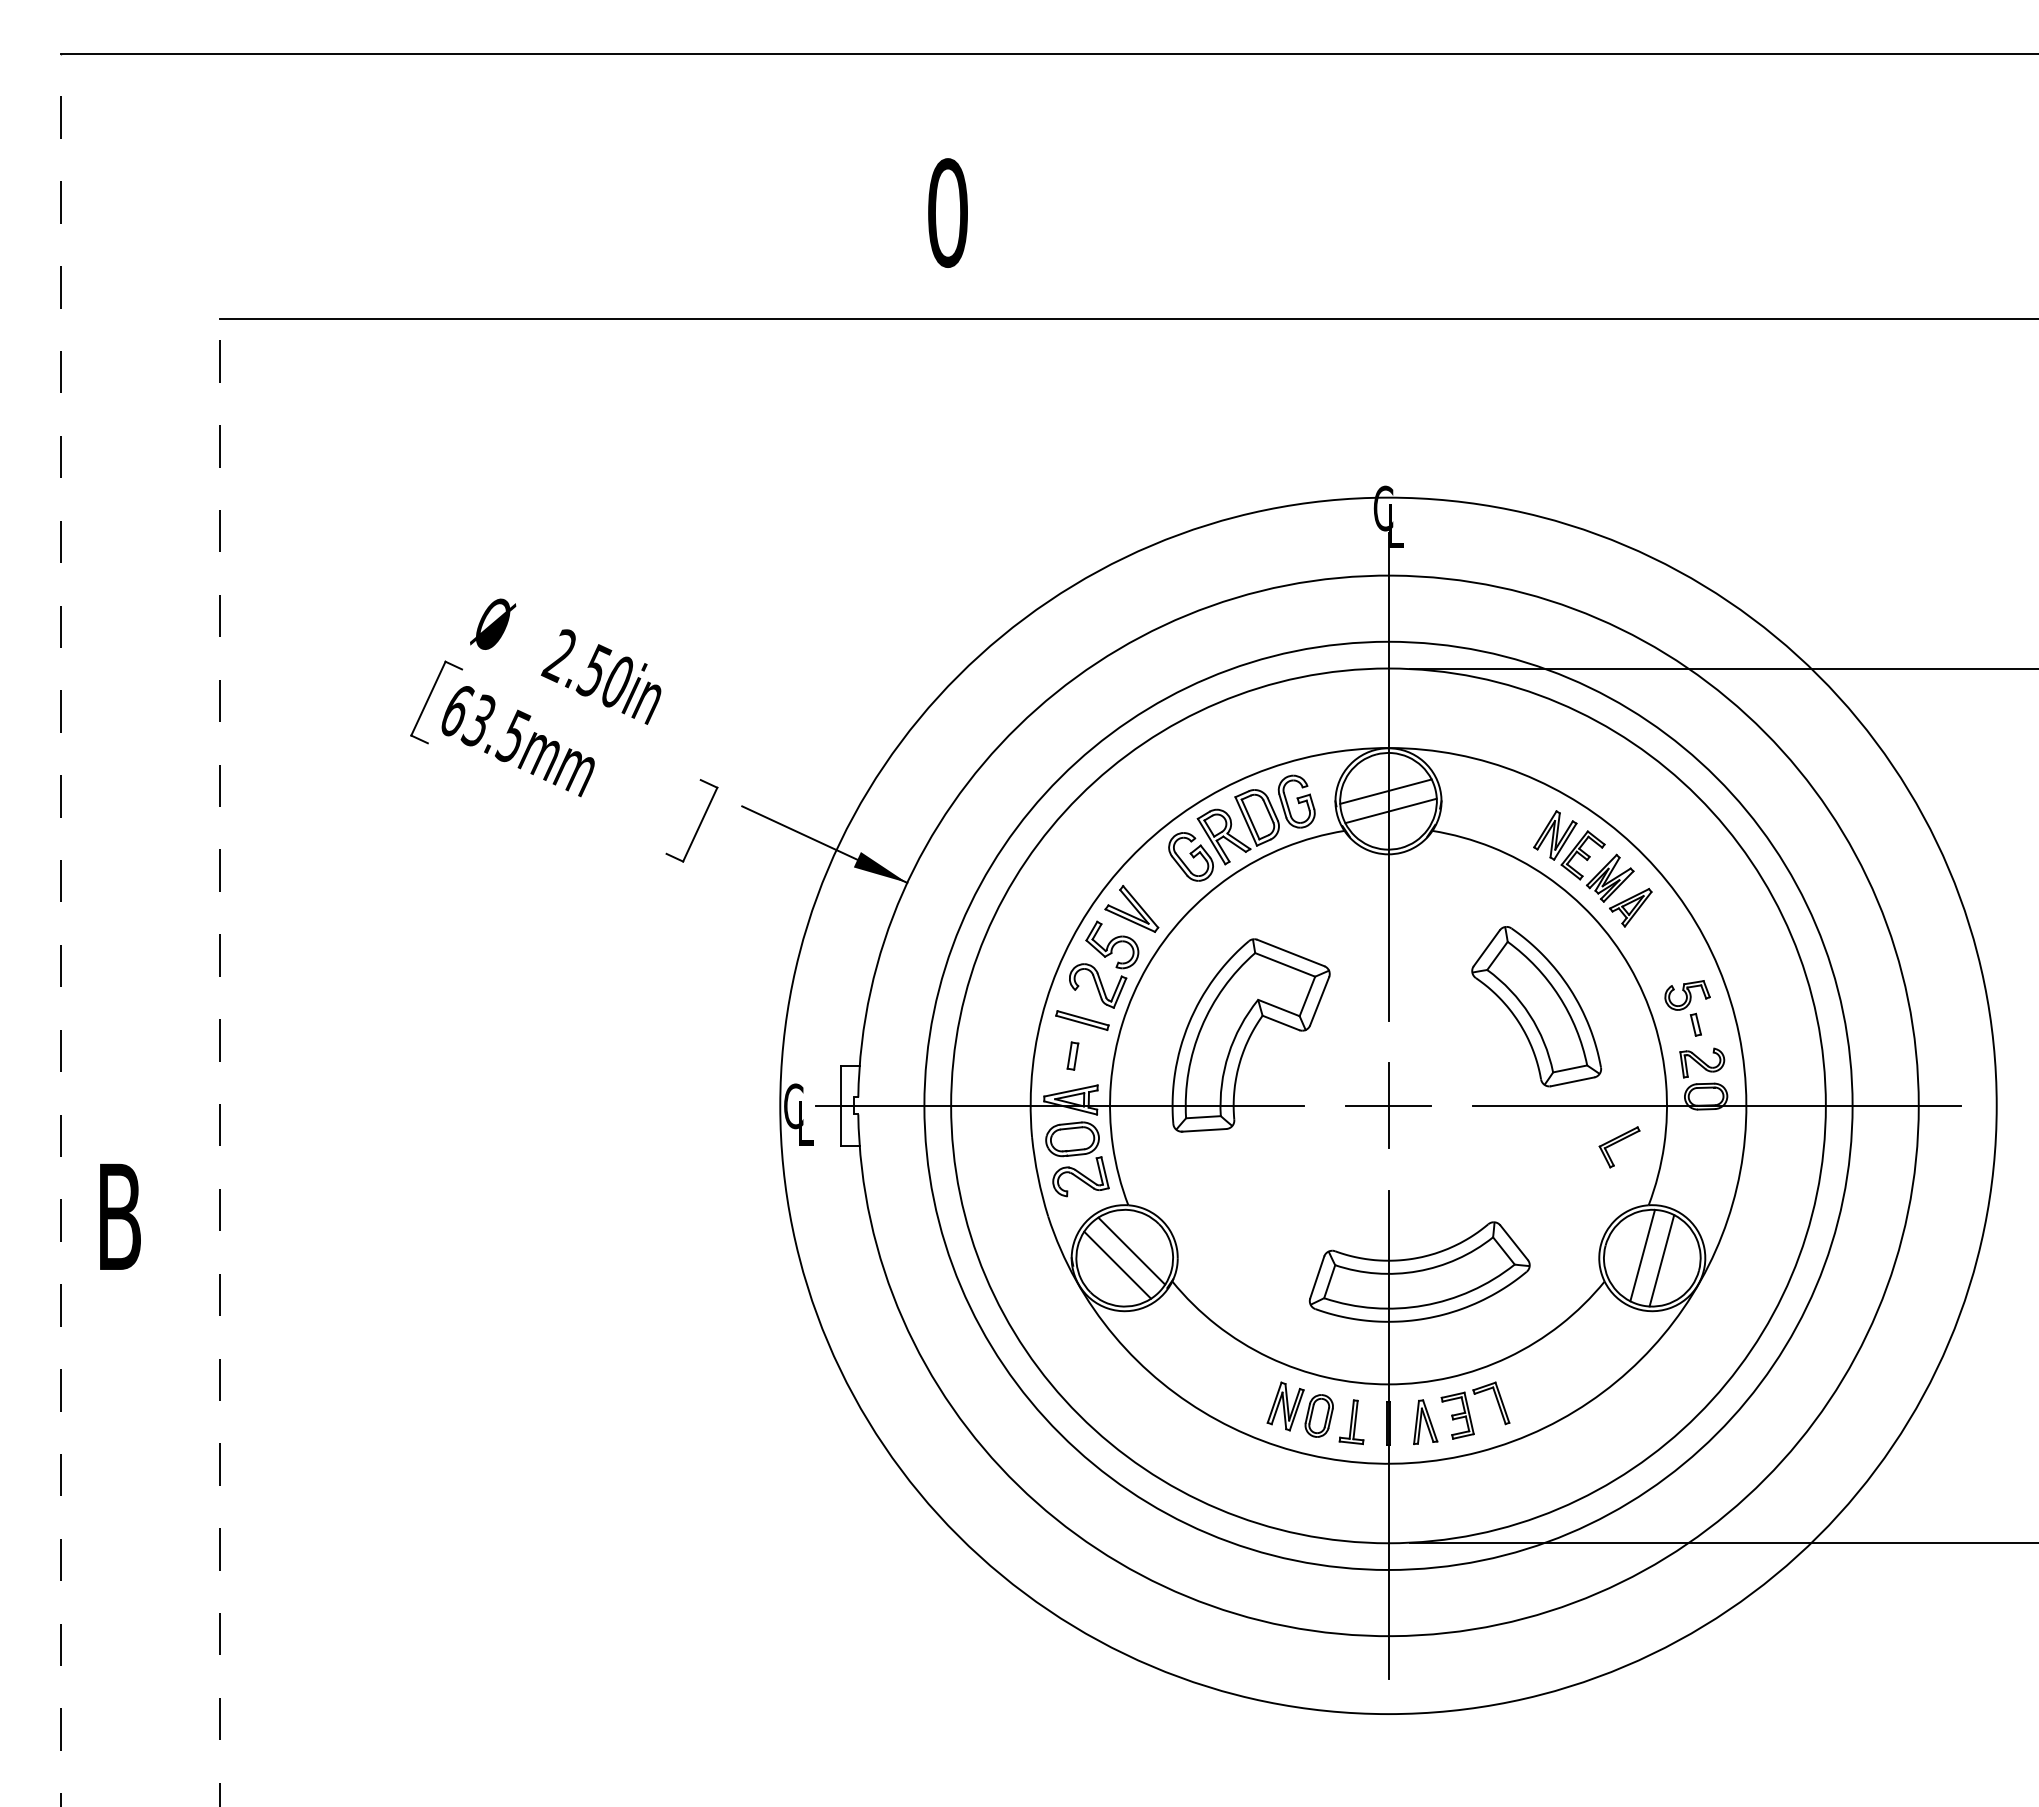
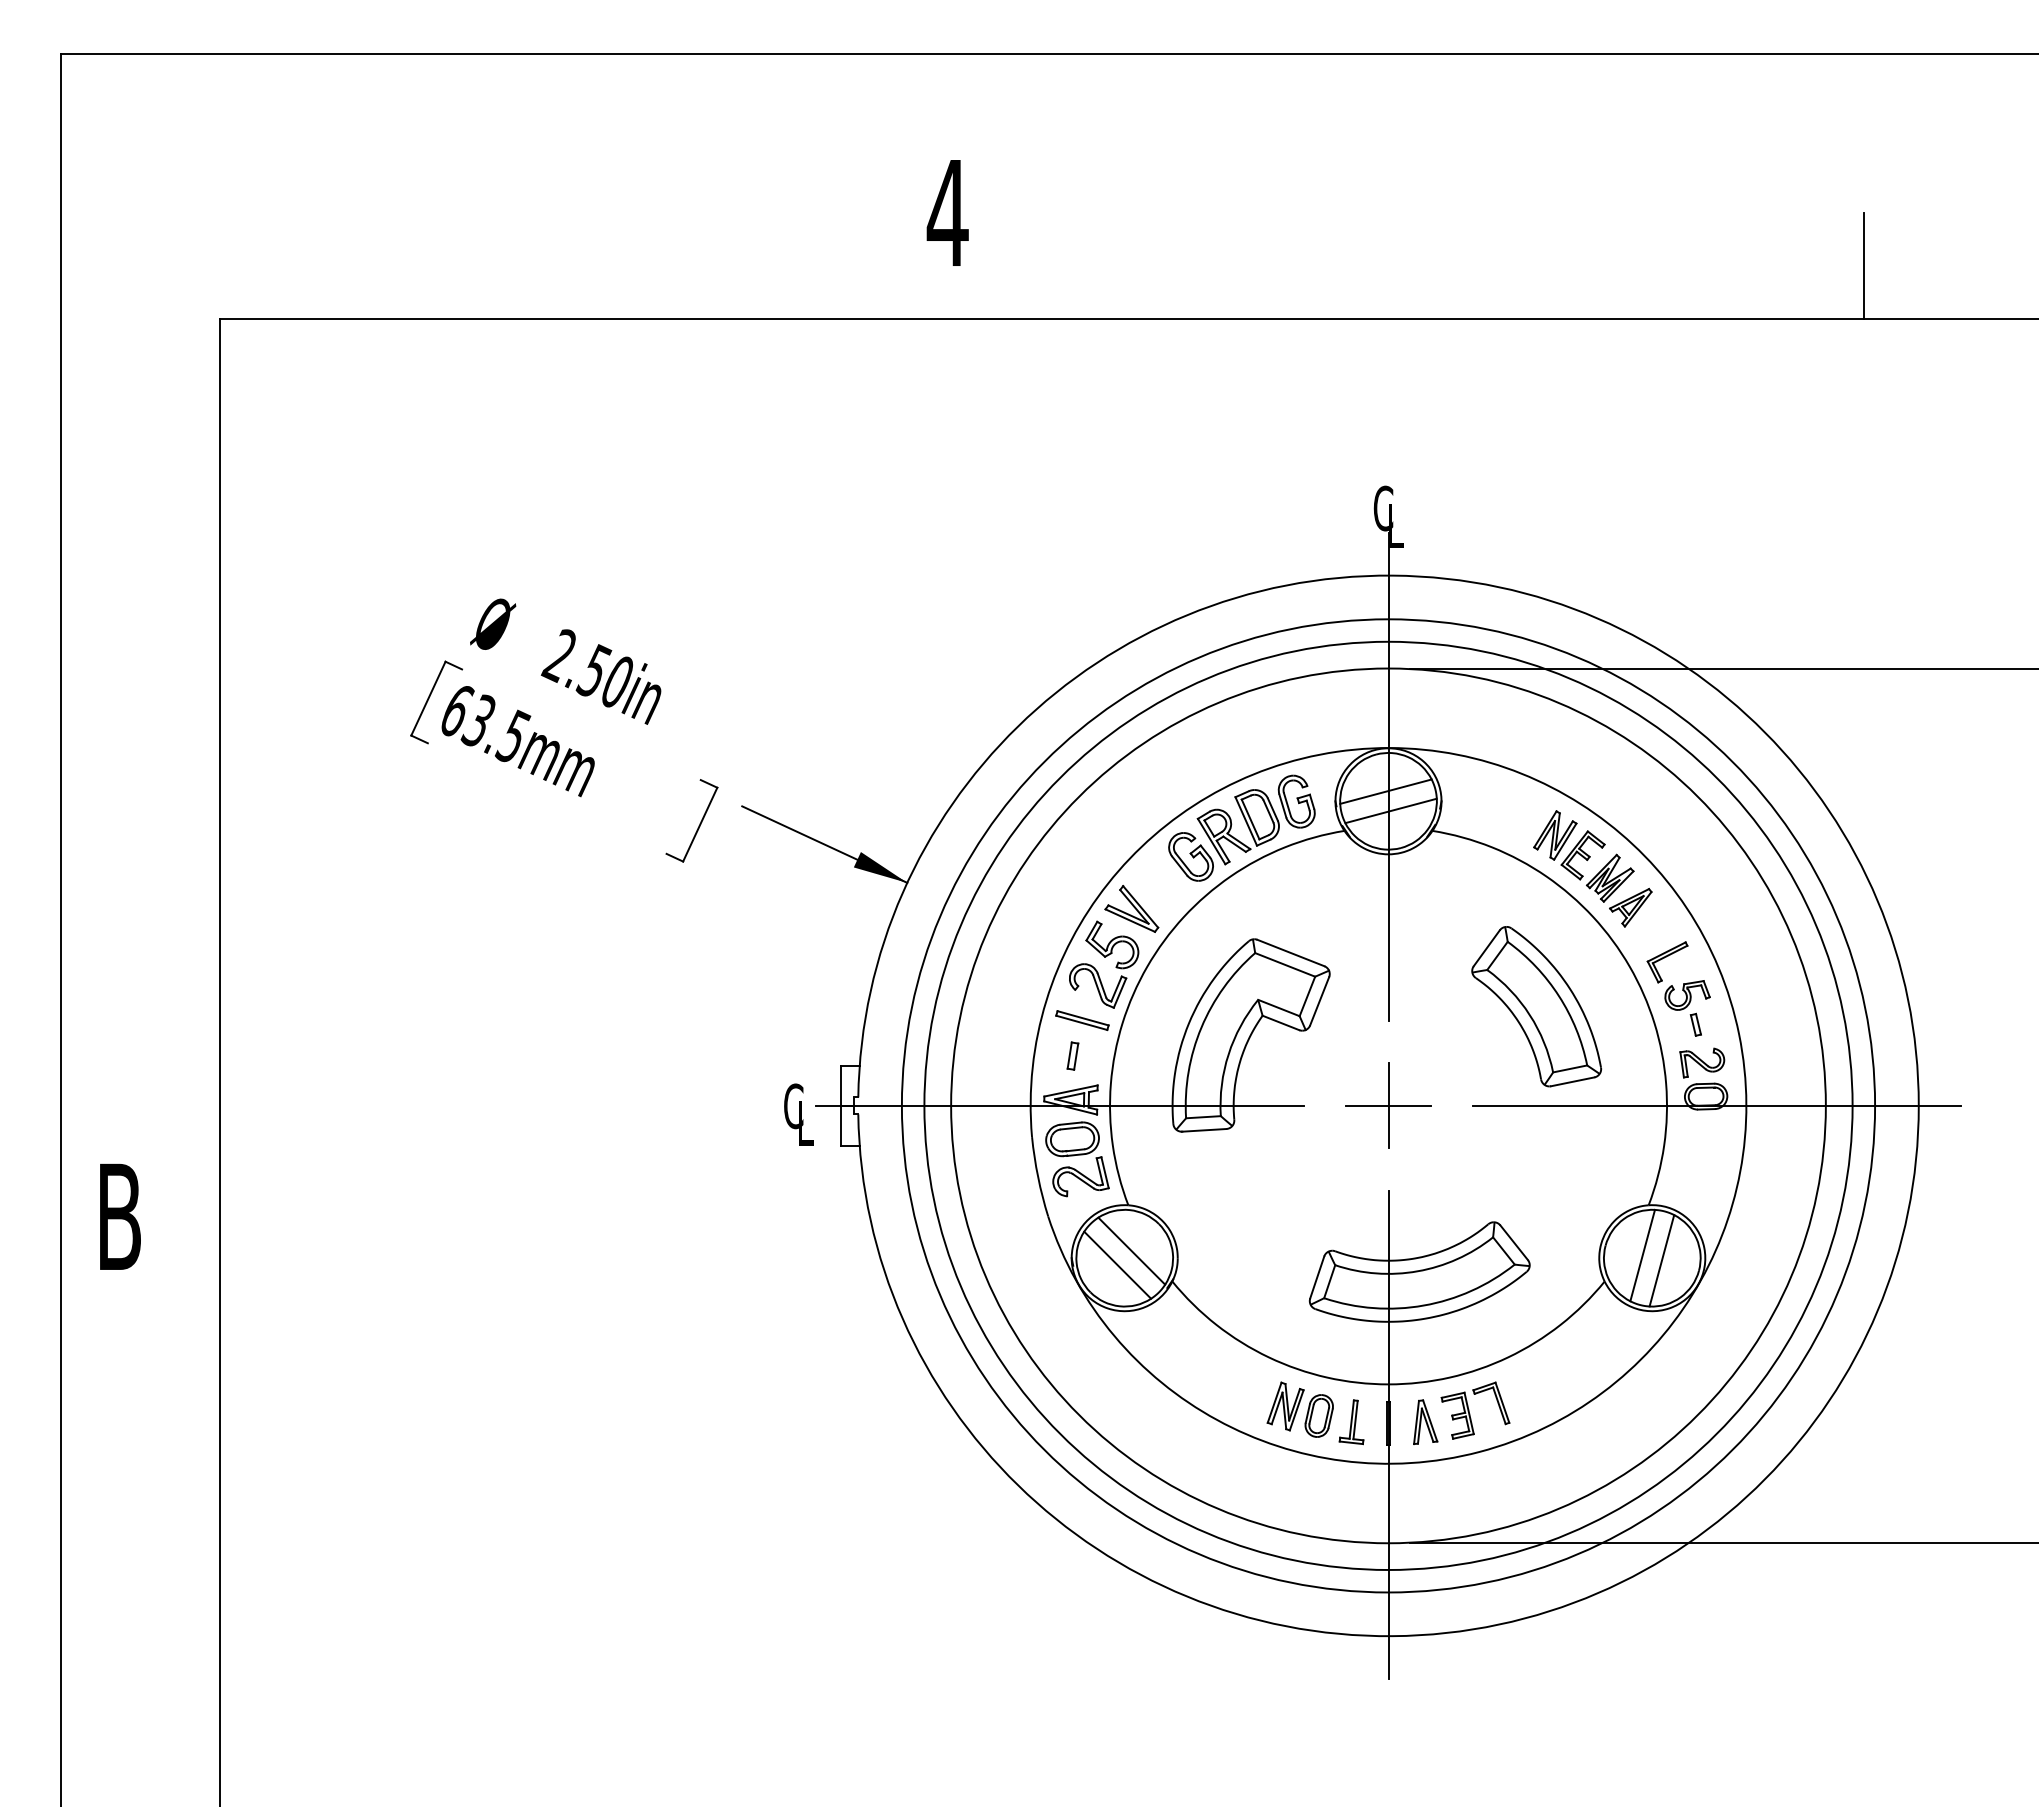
text at (947, 212): 0 -> 4
line at (1864, 266): none -> present
line at (61, 929): dashed -> solid
line at (220, 1063): dashed -> solid
circle at (1388, 1105) diameter: 1216 px -> 973 px
part at (1619, 1147) position: (1619, 1147) -> (1667, 962)
